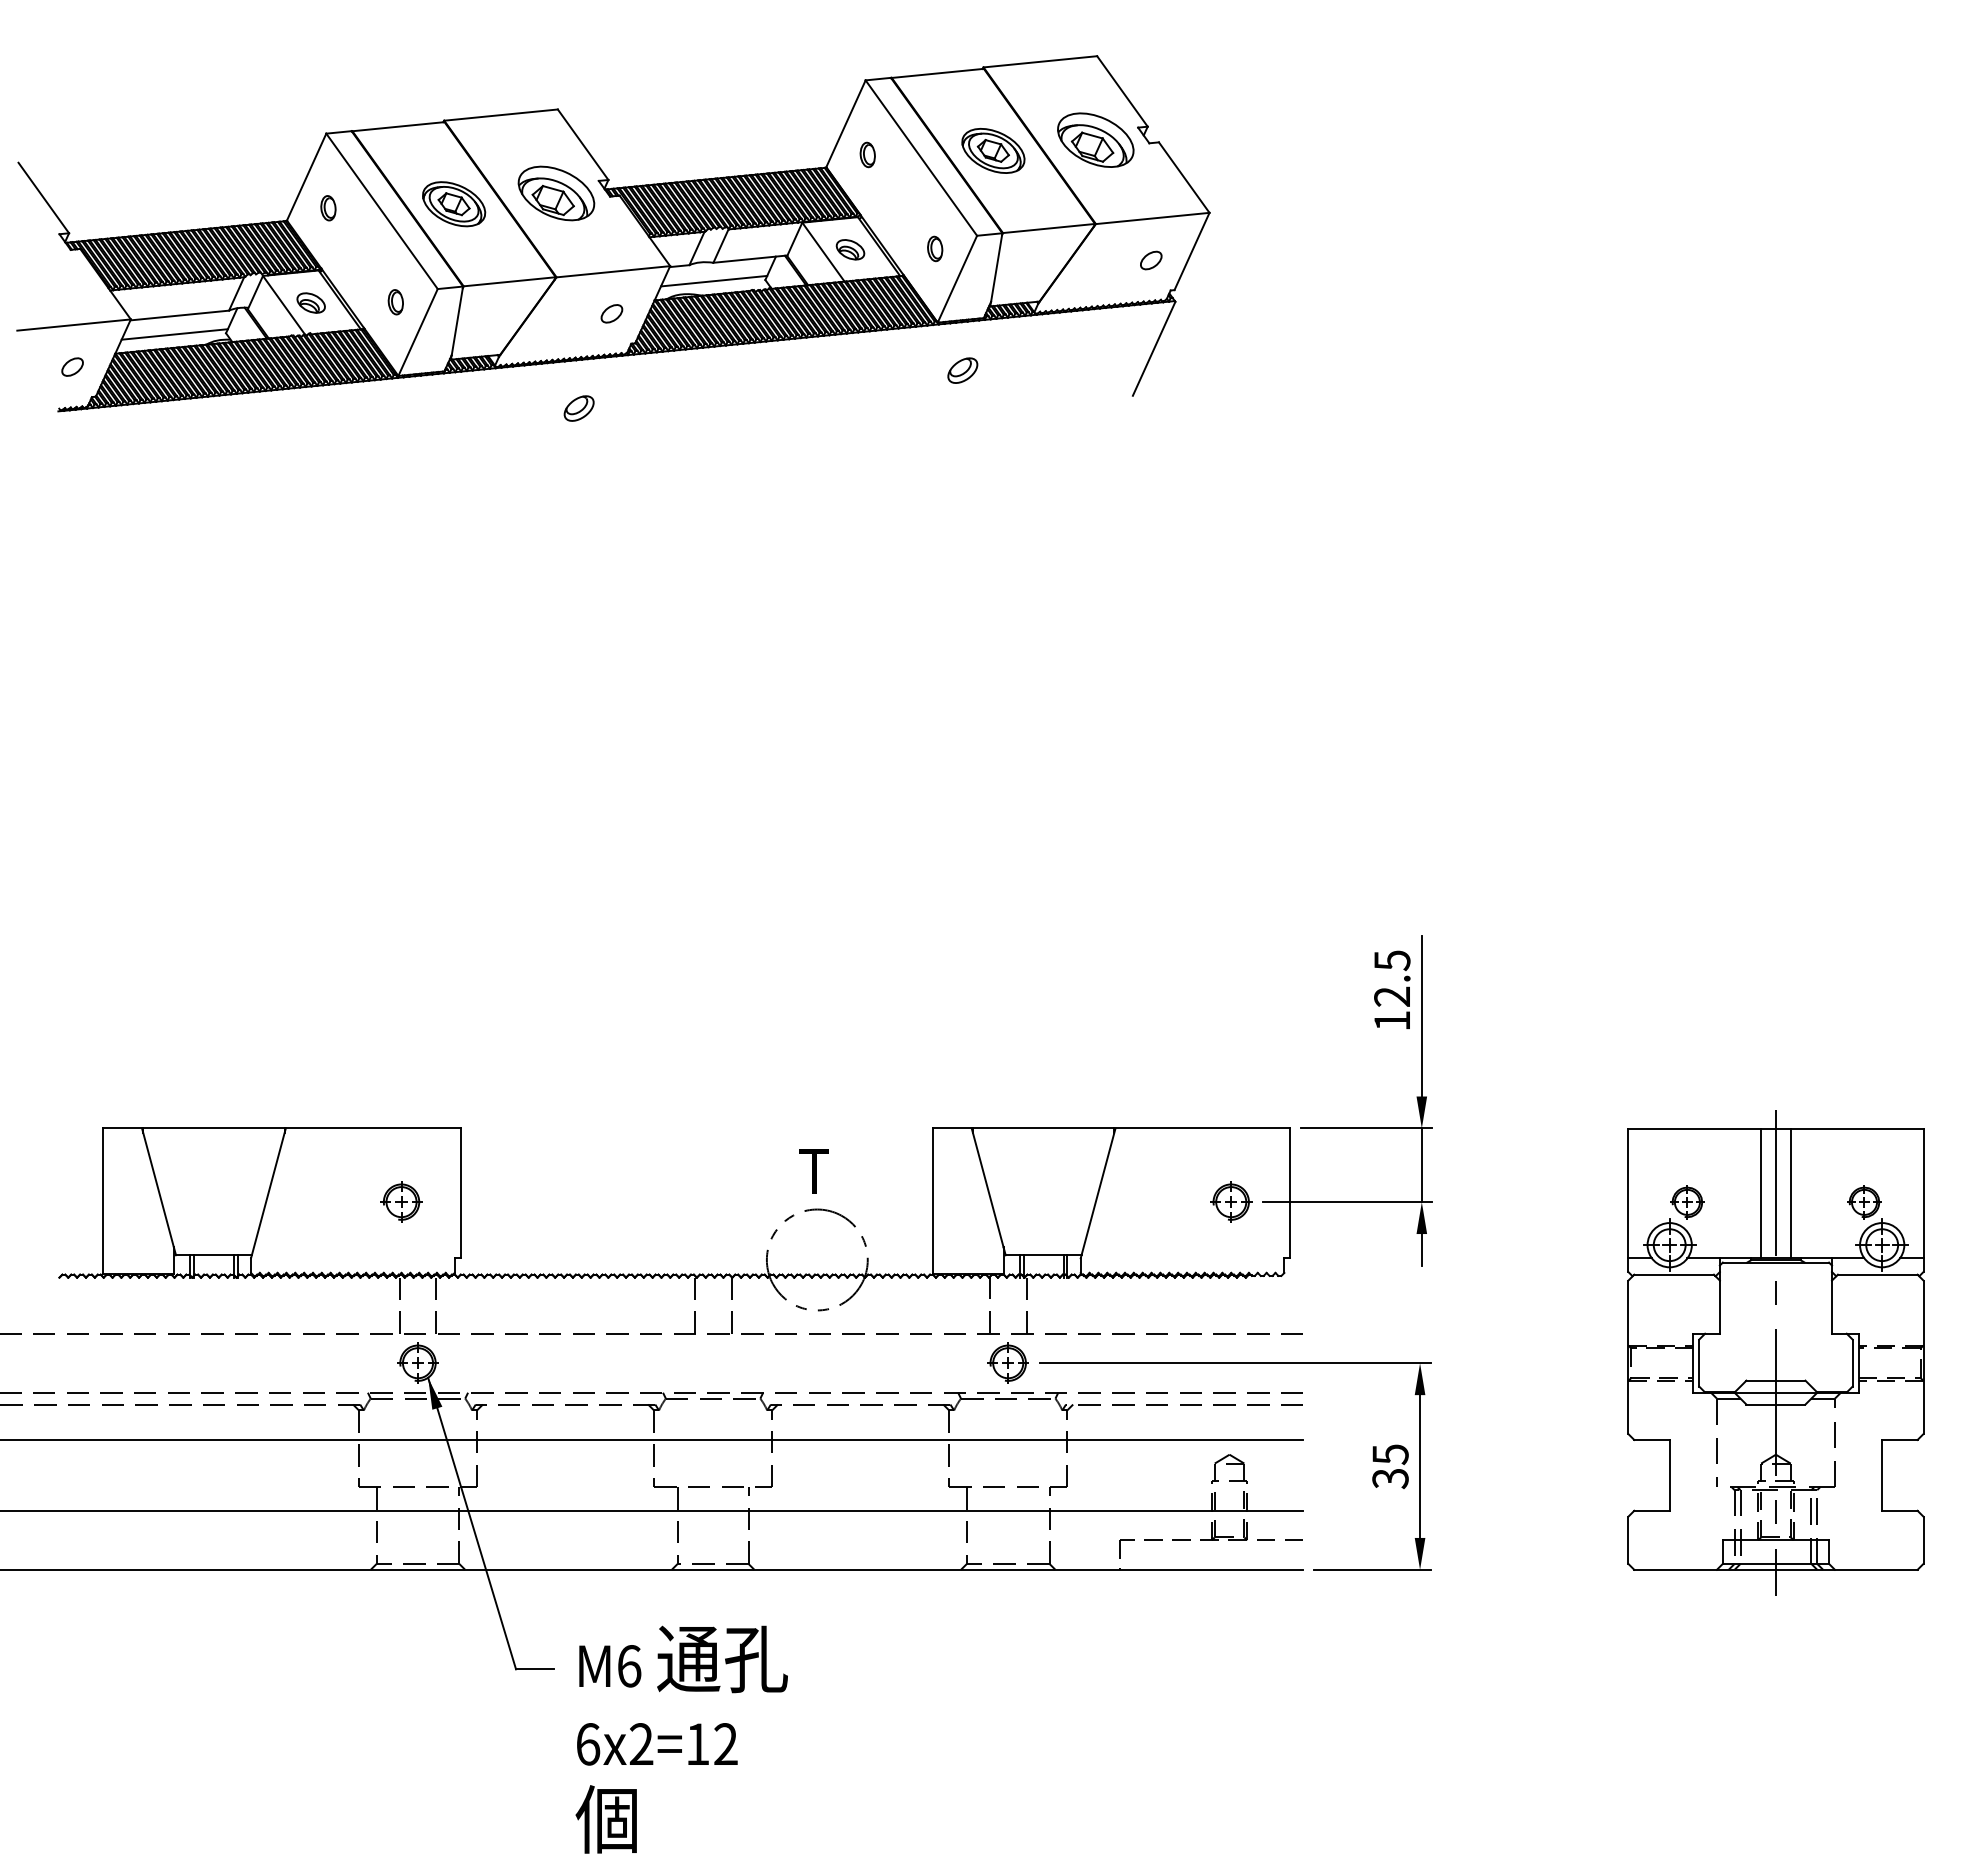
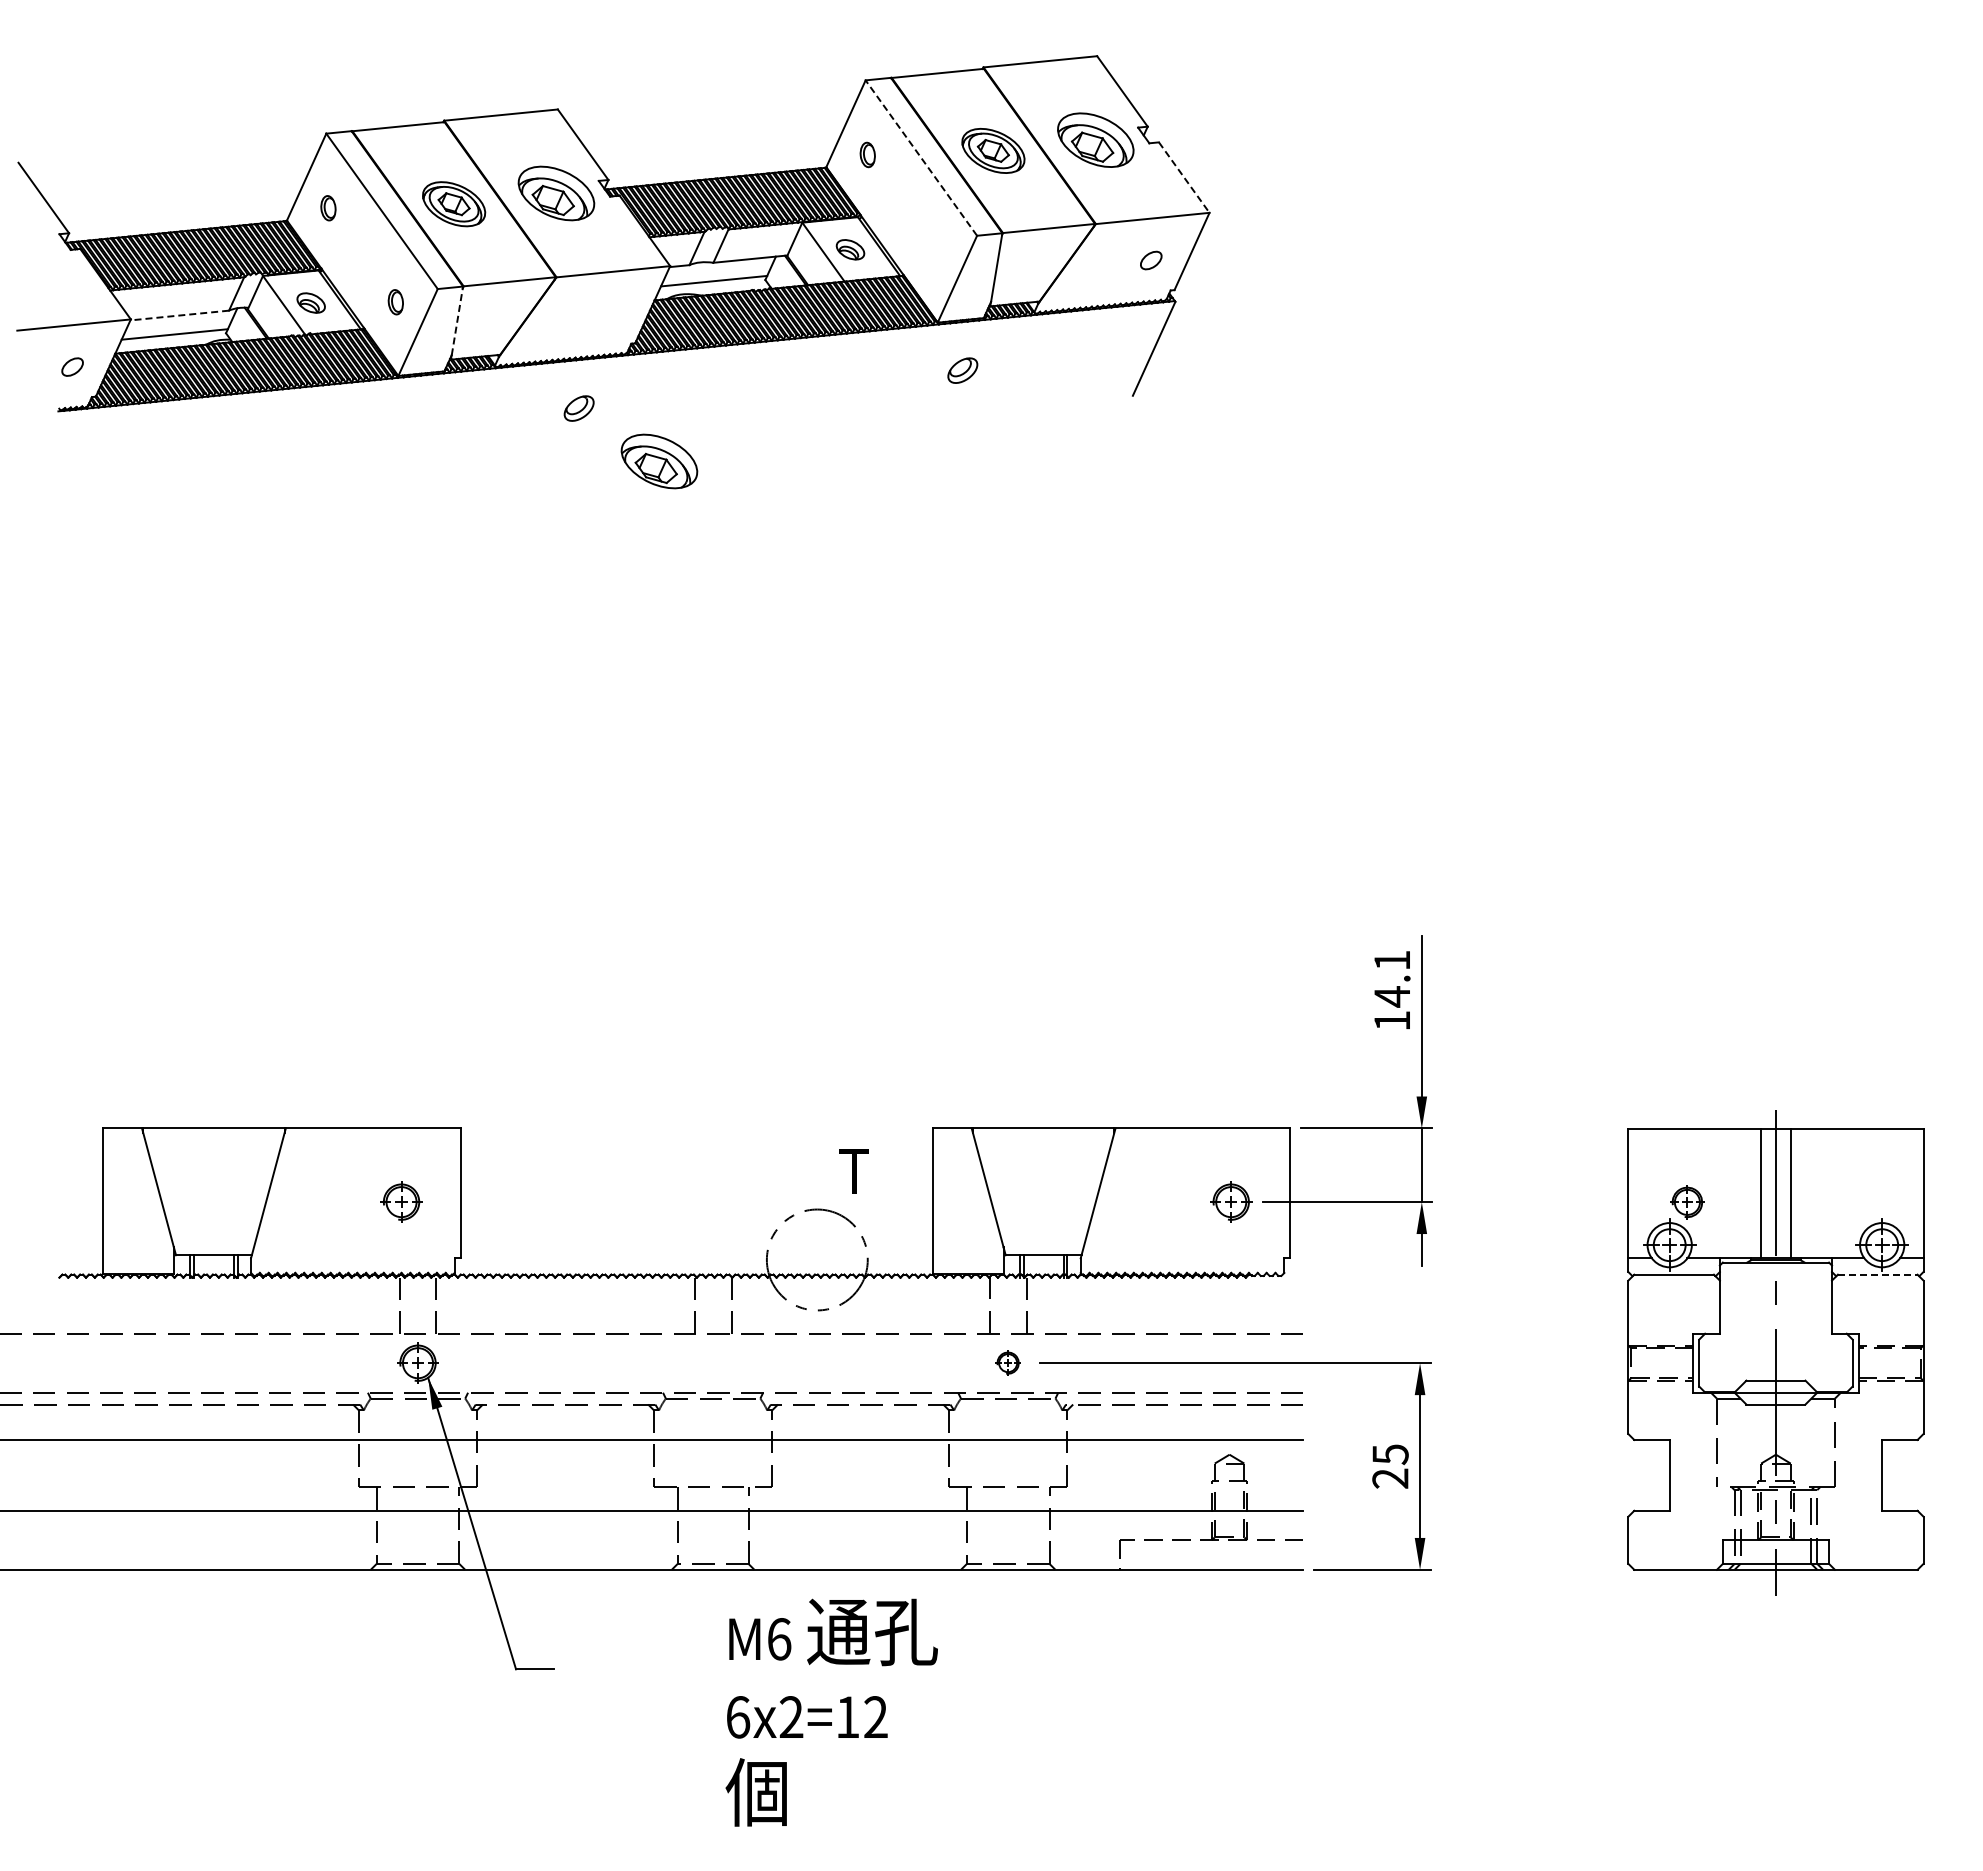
line at (921, 158): solid -> dashed
line at (1184, 178): solid -> dashed
part at (935, 248): present -> none
part at (611, 313): present -> none
line at (179, 315): solid -> dashed
line at (457, 320): solid -> dashed
part at (659, 461): none -> present
text at (1392, 978): 12.5 -> 14.1
text at (813, 1171) position: (813, 1171) -> (853, 1171)
part at (1864, 1202): present -> none
line at (1877, 1274): solid -> dashed
part at (1007, 1362) size: 42x42 px -> 26x26 px
text at (1390, 1478): 35 -> 25
text at (681, 1739) position: (681, 1739) -> (831, 1712)
